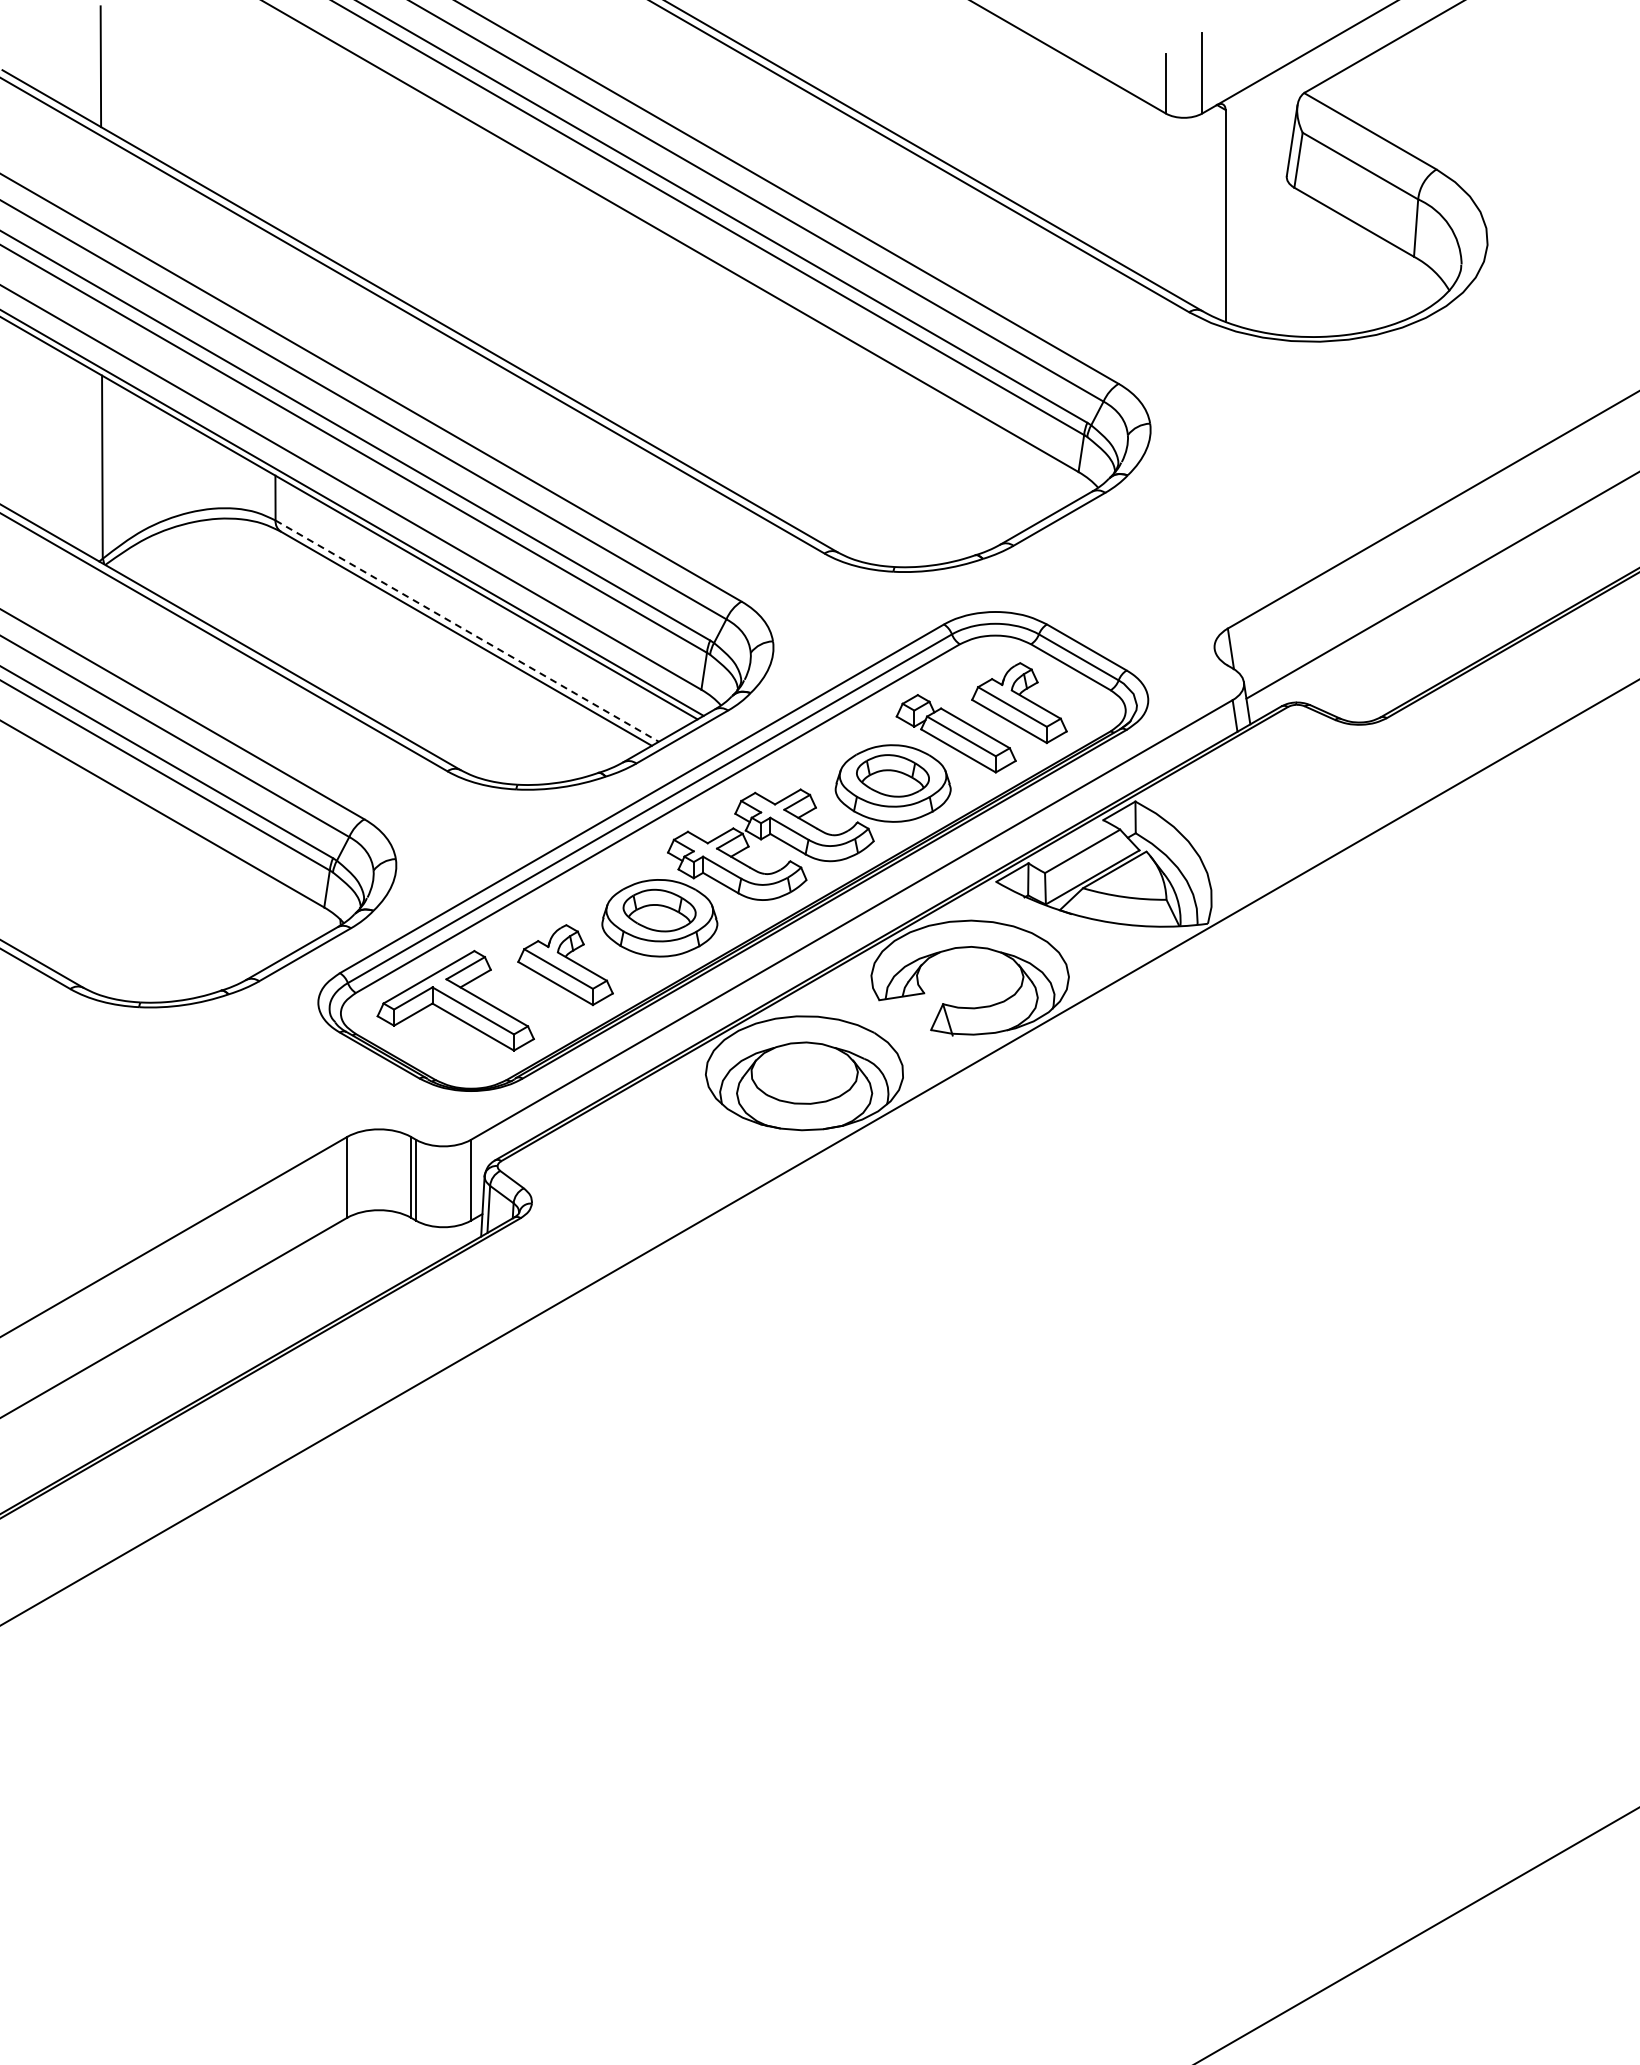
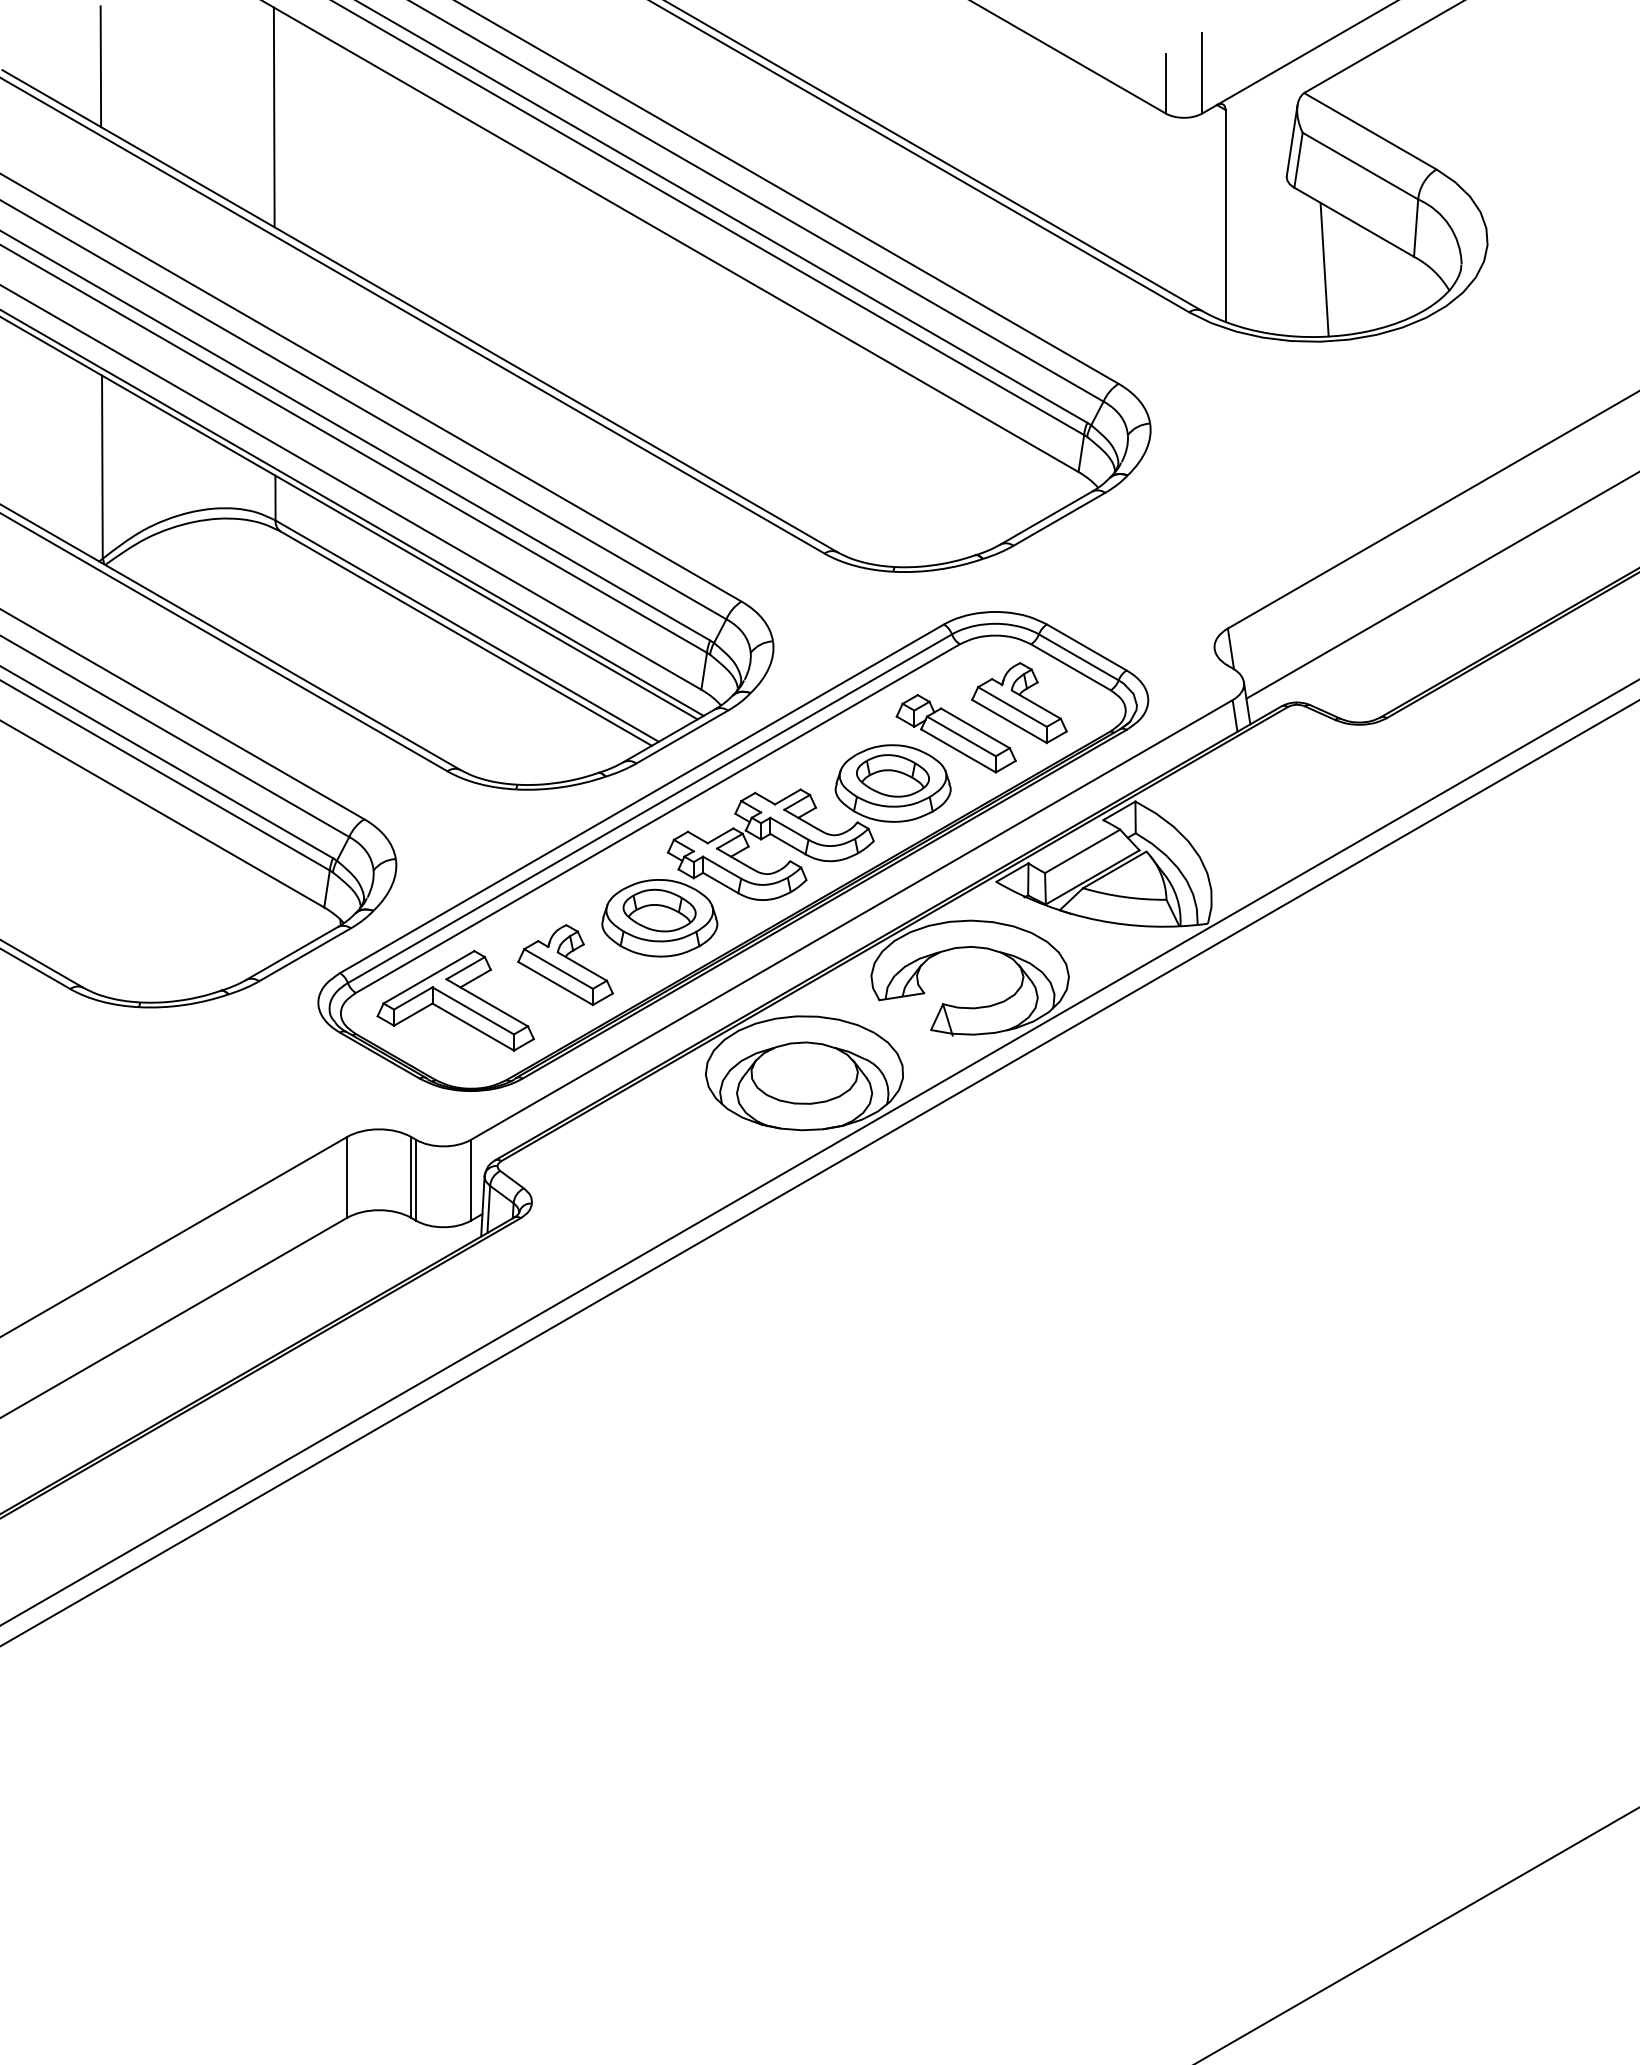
line at (273, 117): none -> present
line at (1324, 269): none -> present
line at (467, 631): dashed -> solid
line at (819, 1173): none -> present
